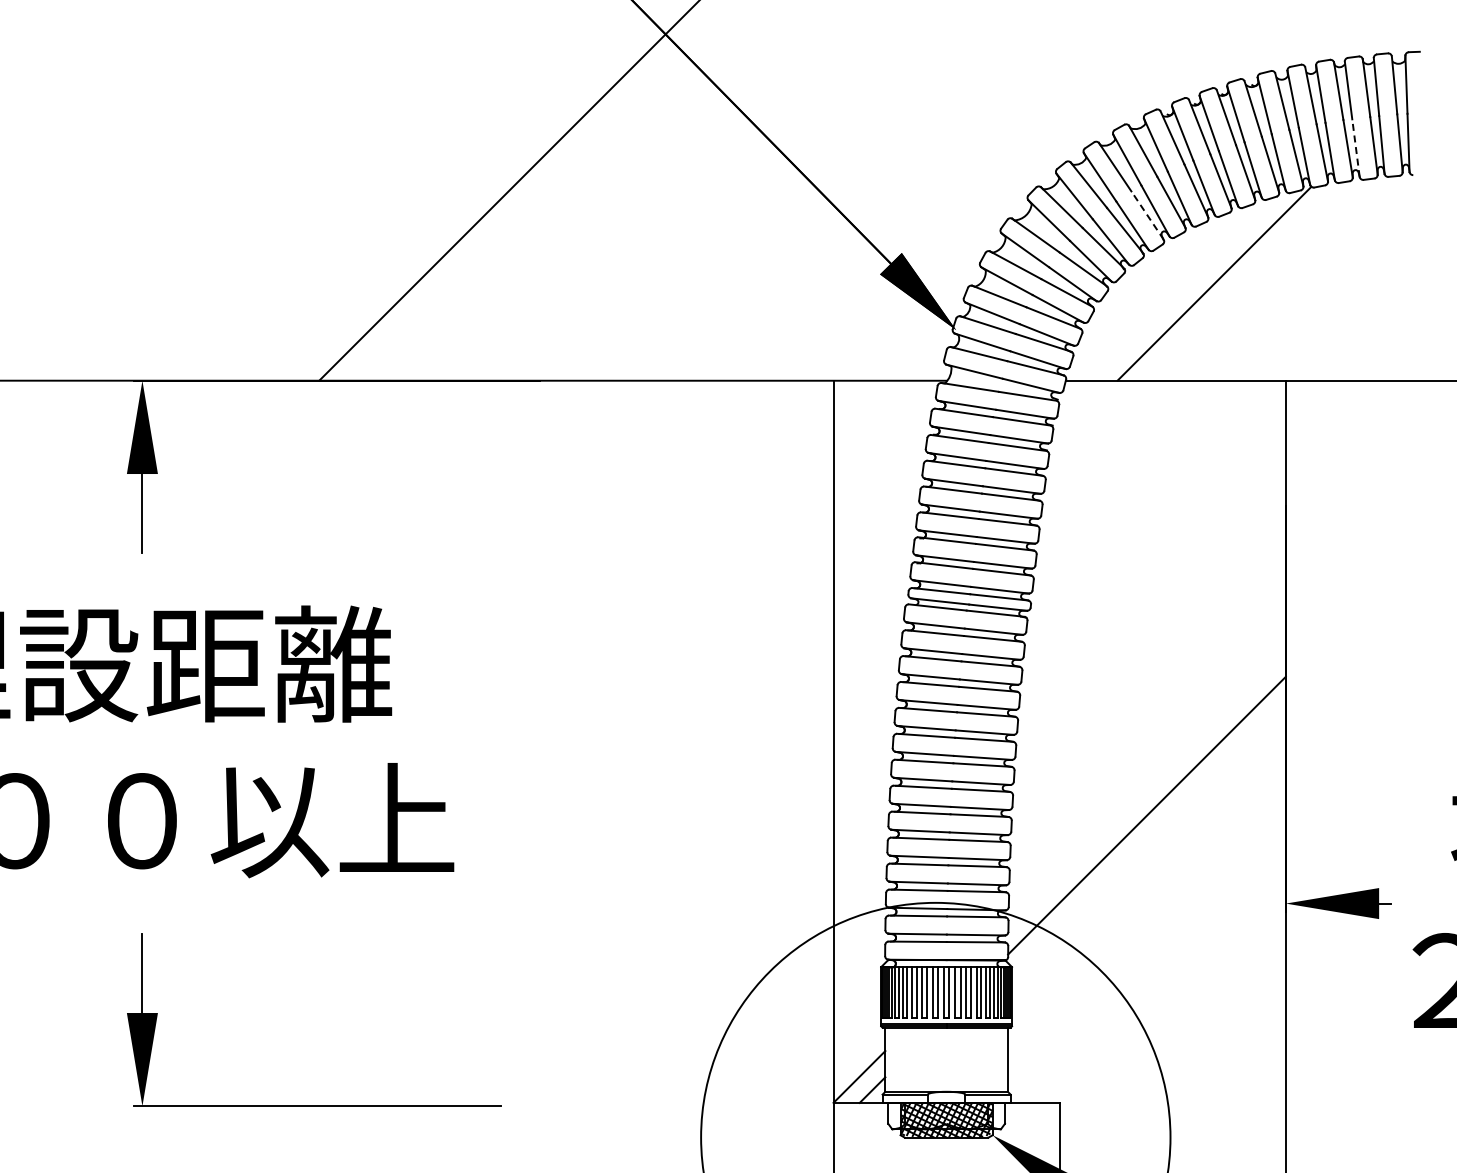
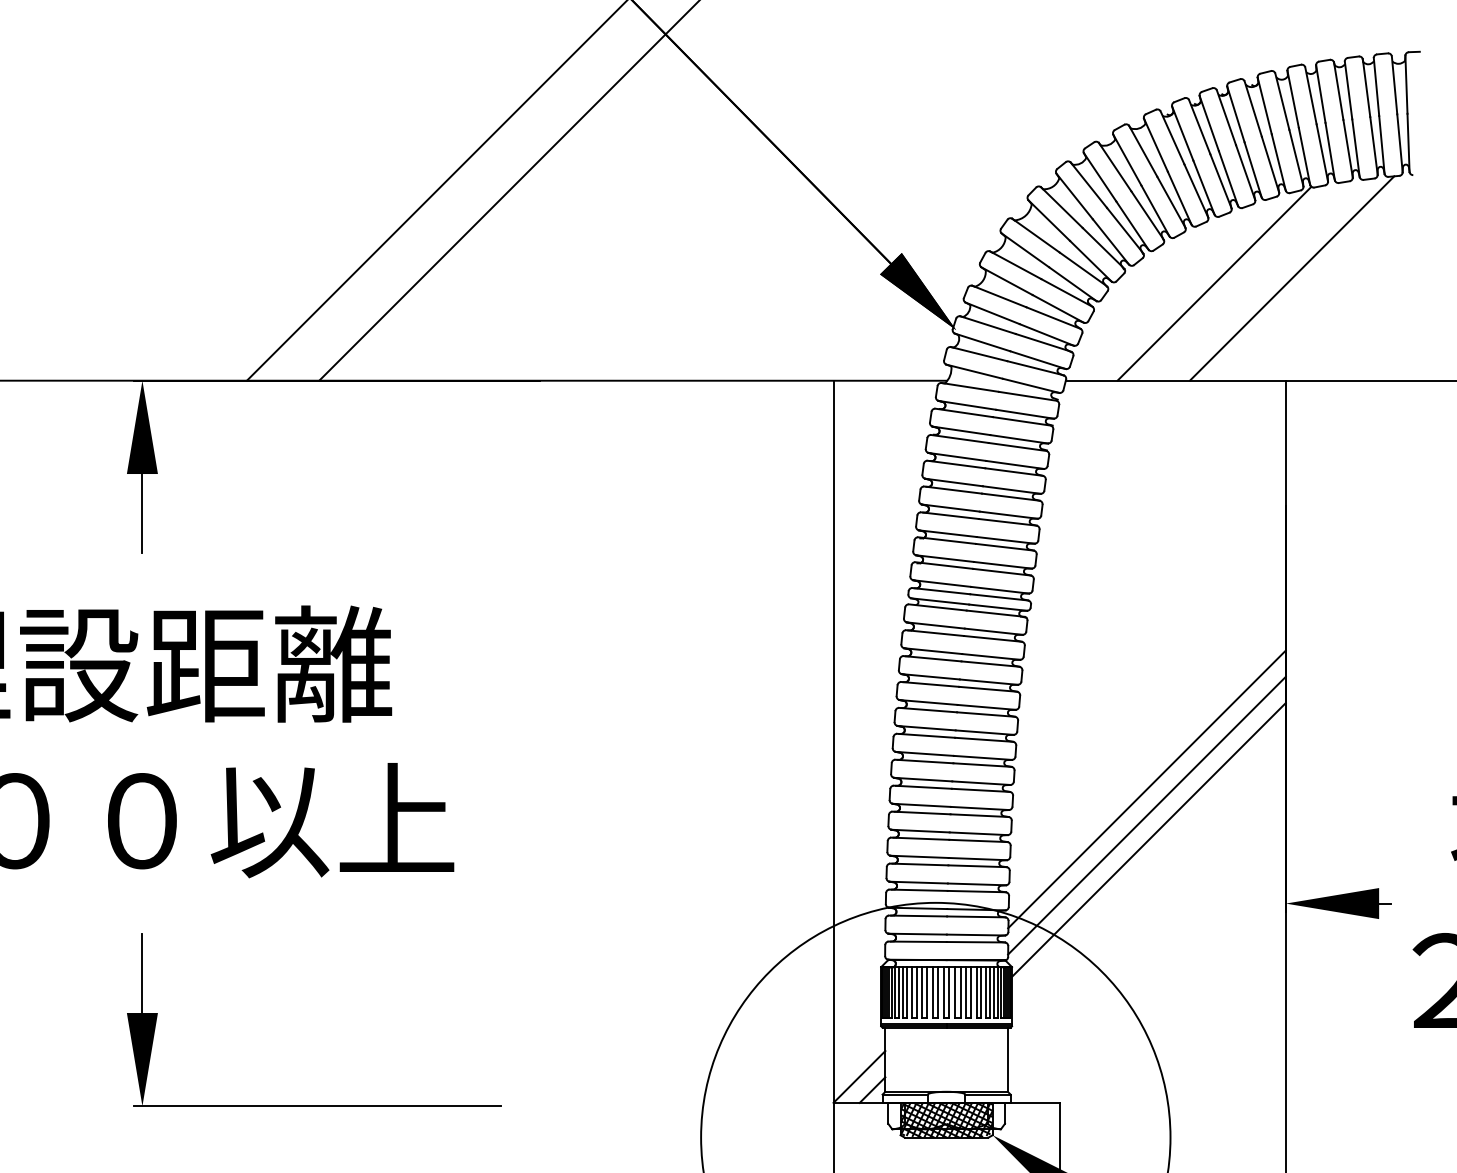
line at (1355, 147): dashed -> solid
line at (435, 191): none -> present
line at (1147, 215): dashed -> solid
line at (1292, 278): none -> present
line at (1146, 789): none -> present
line at (1148, 839): none -> present
